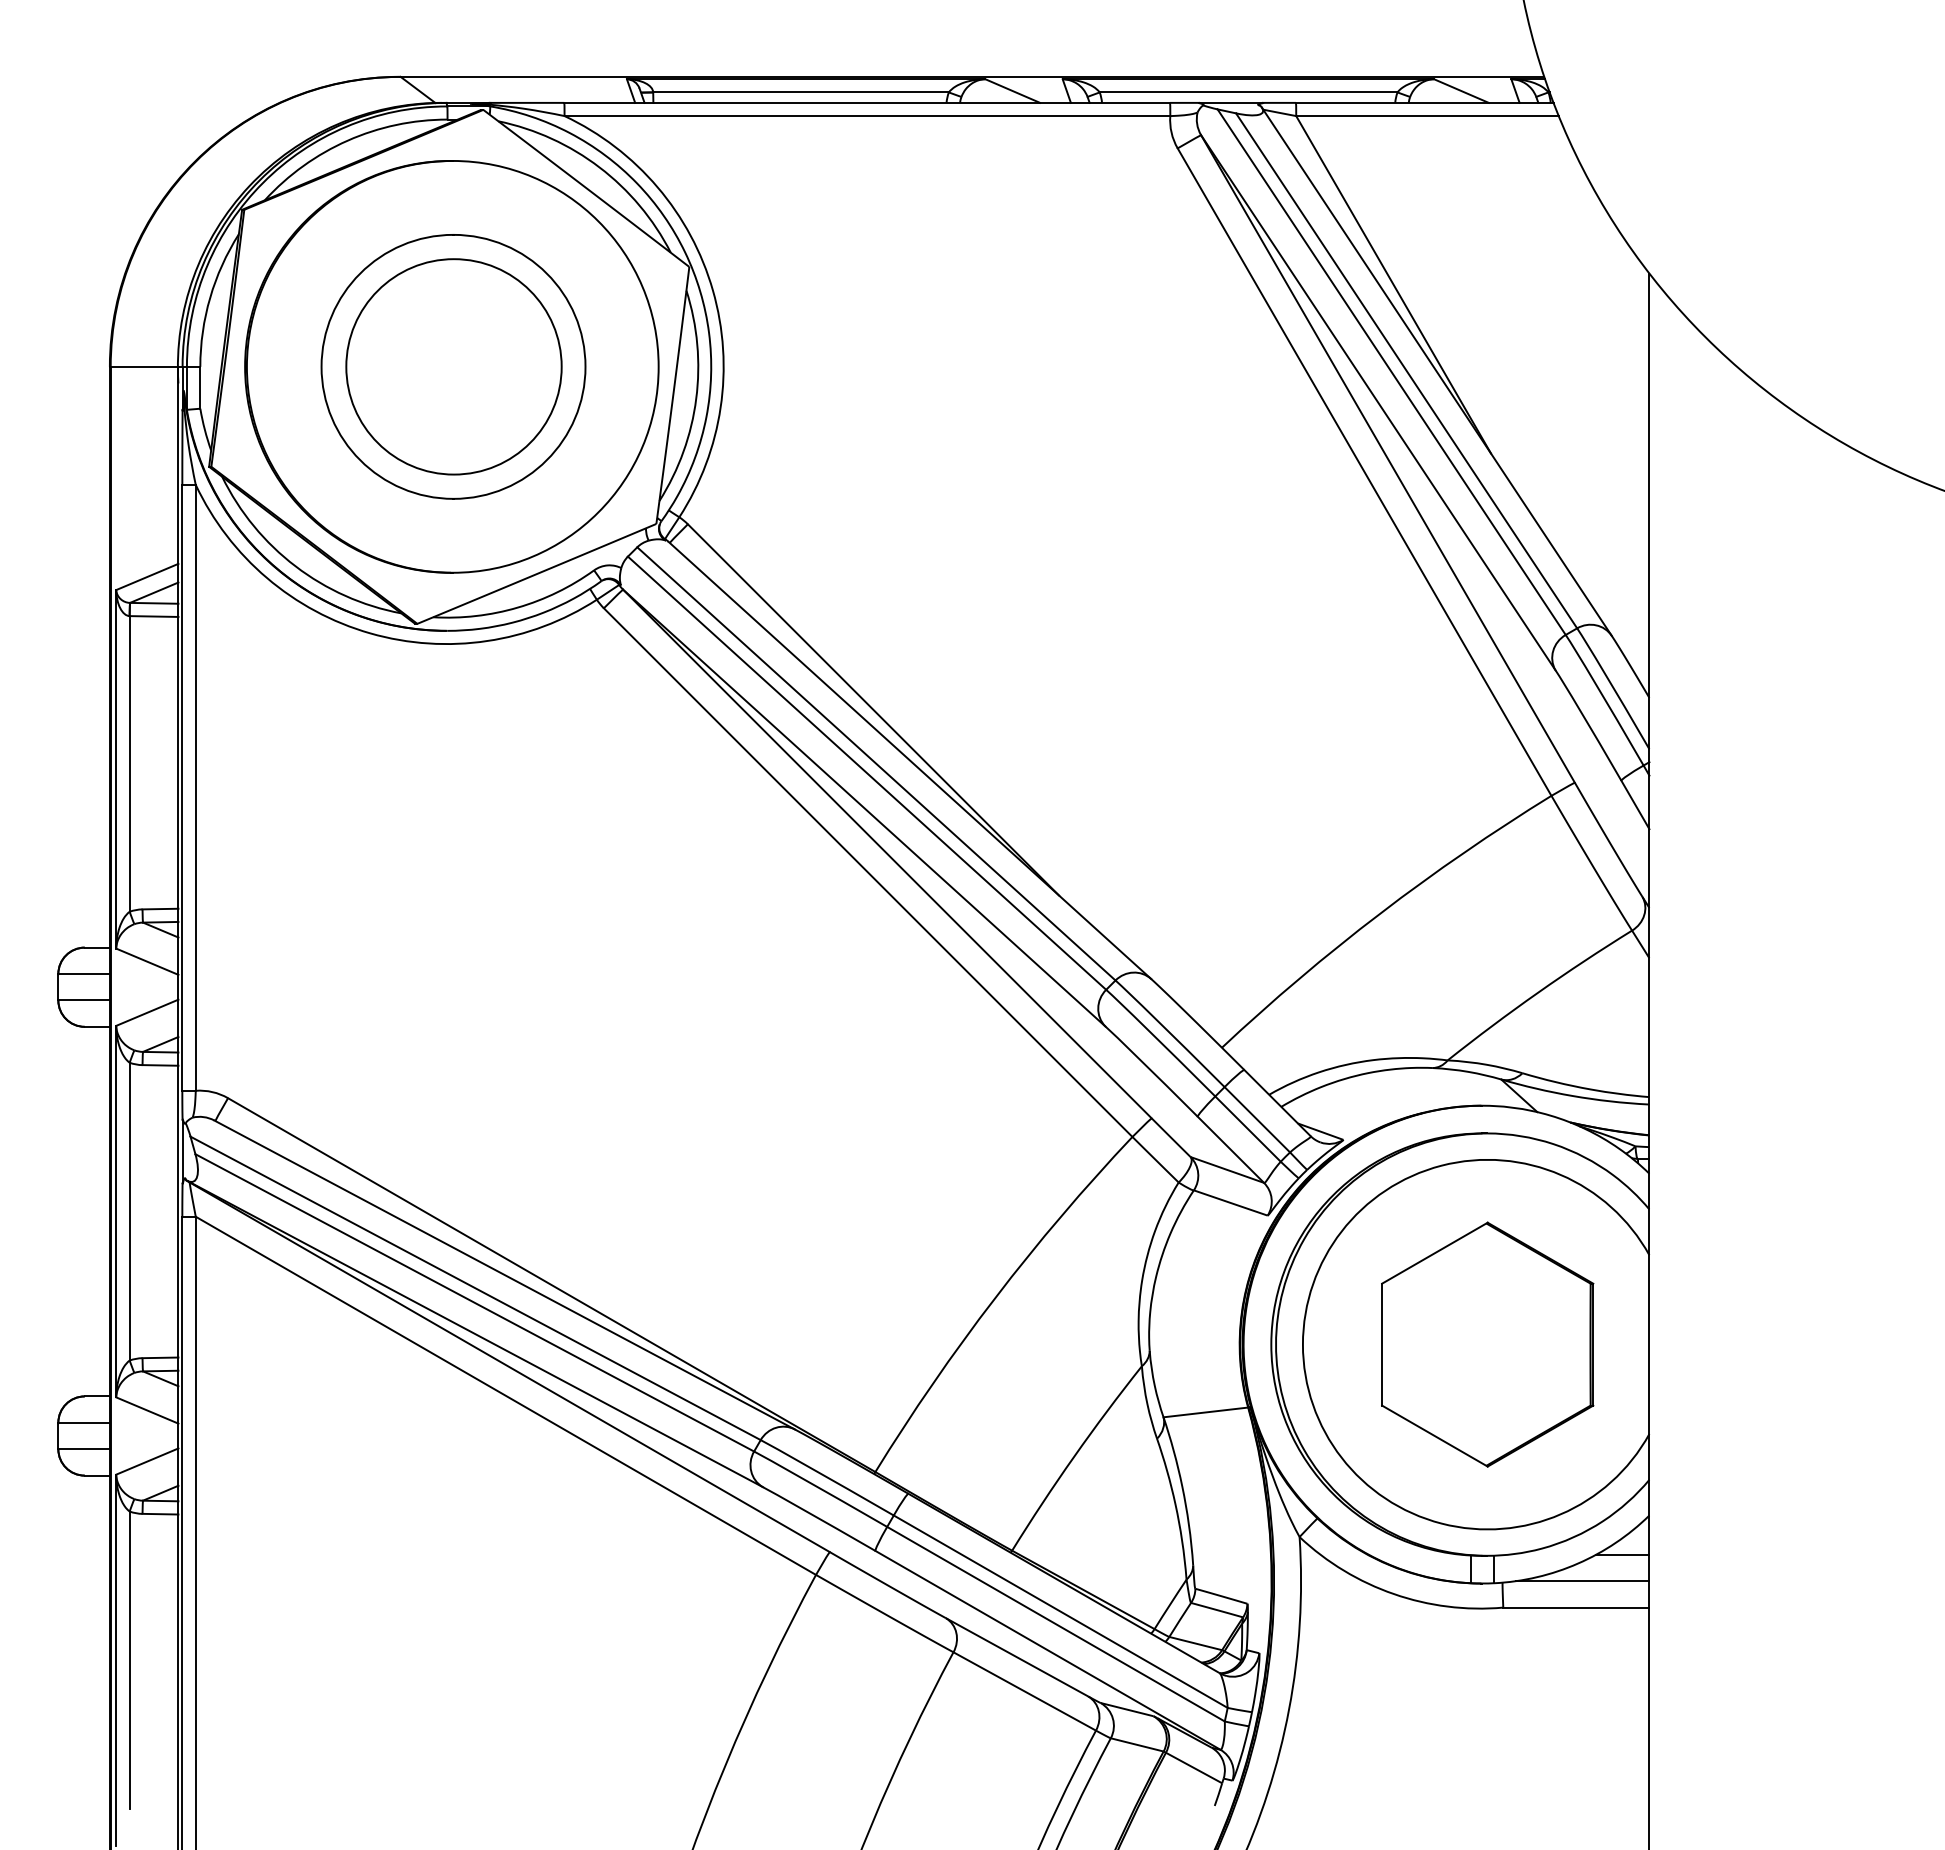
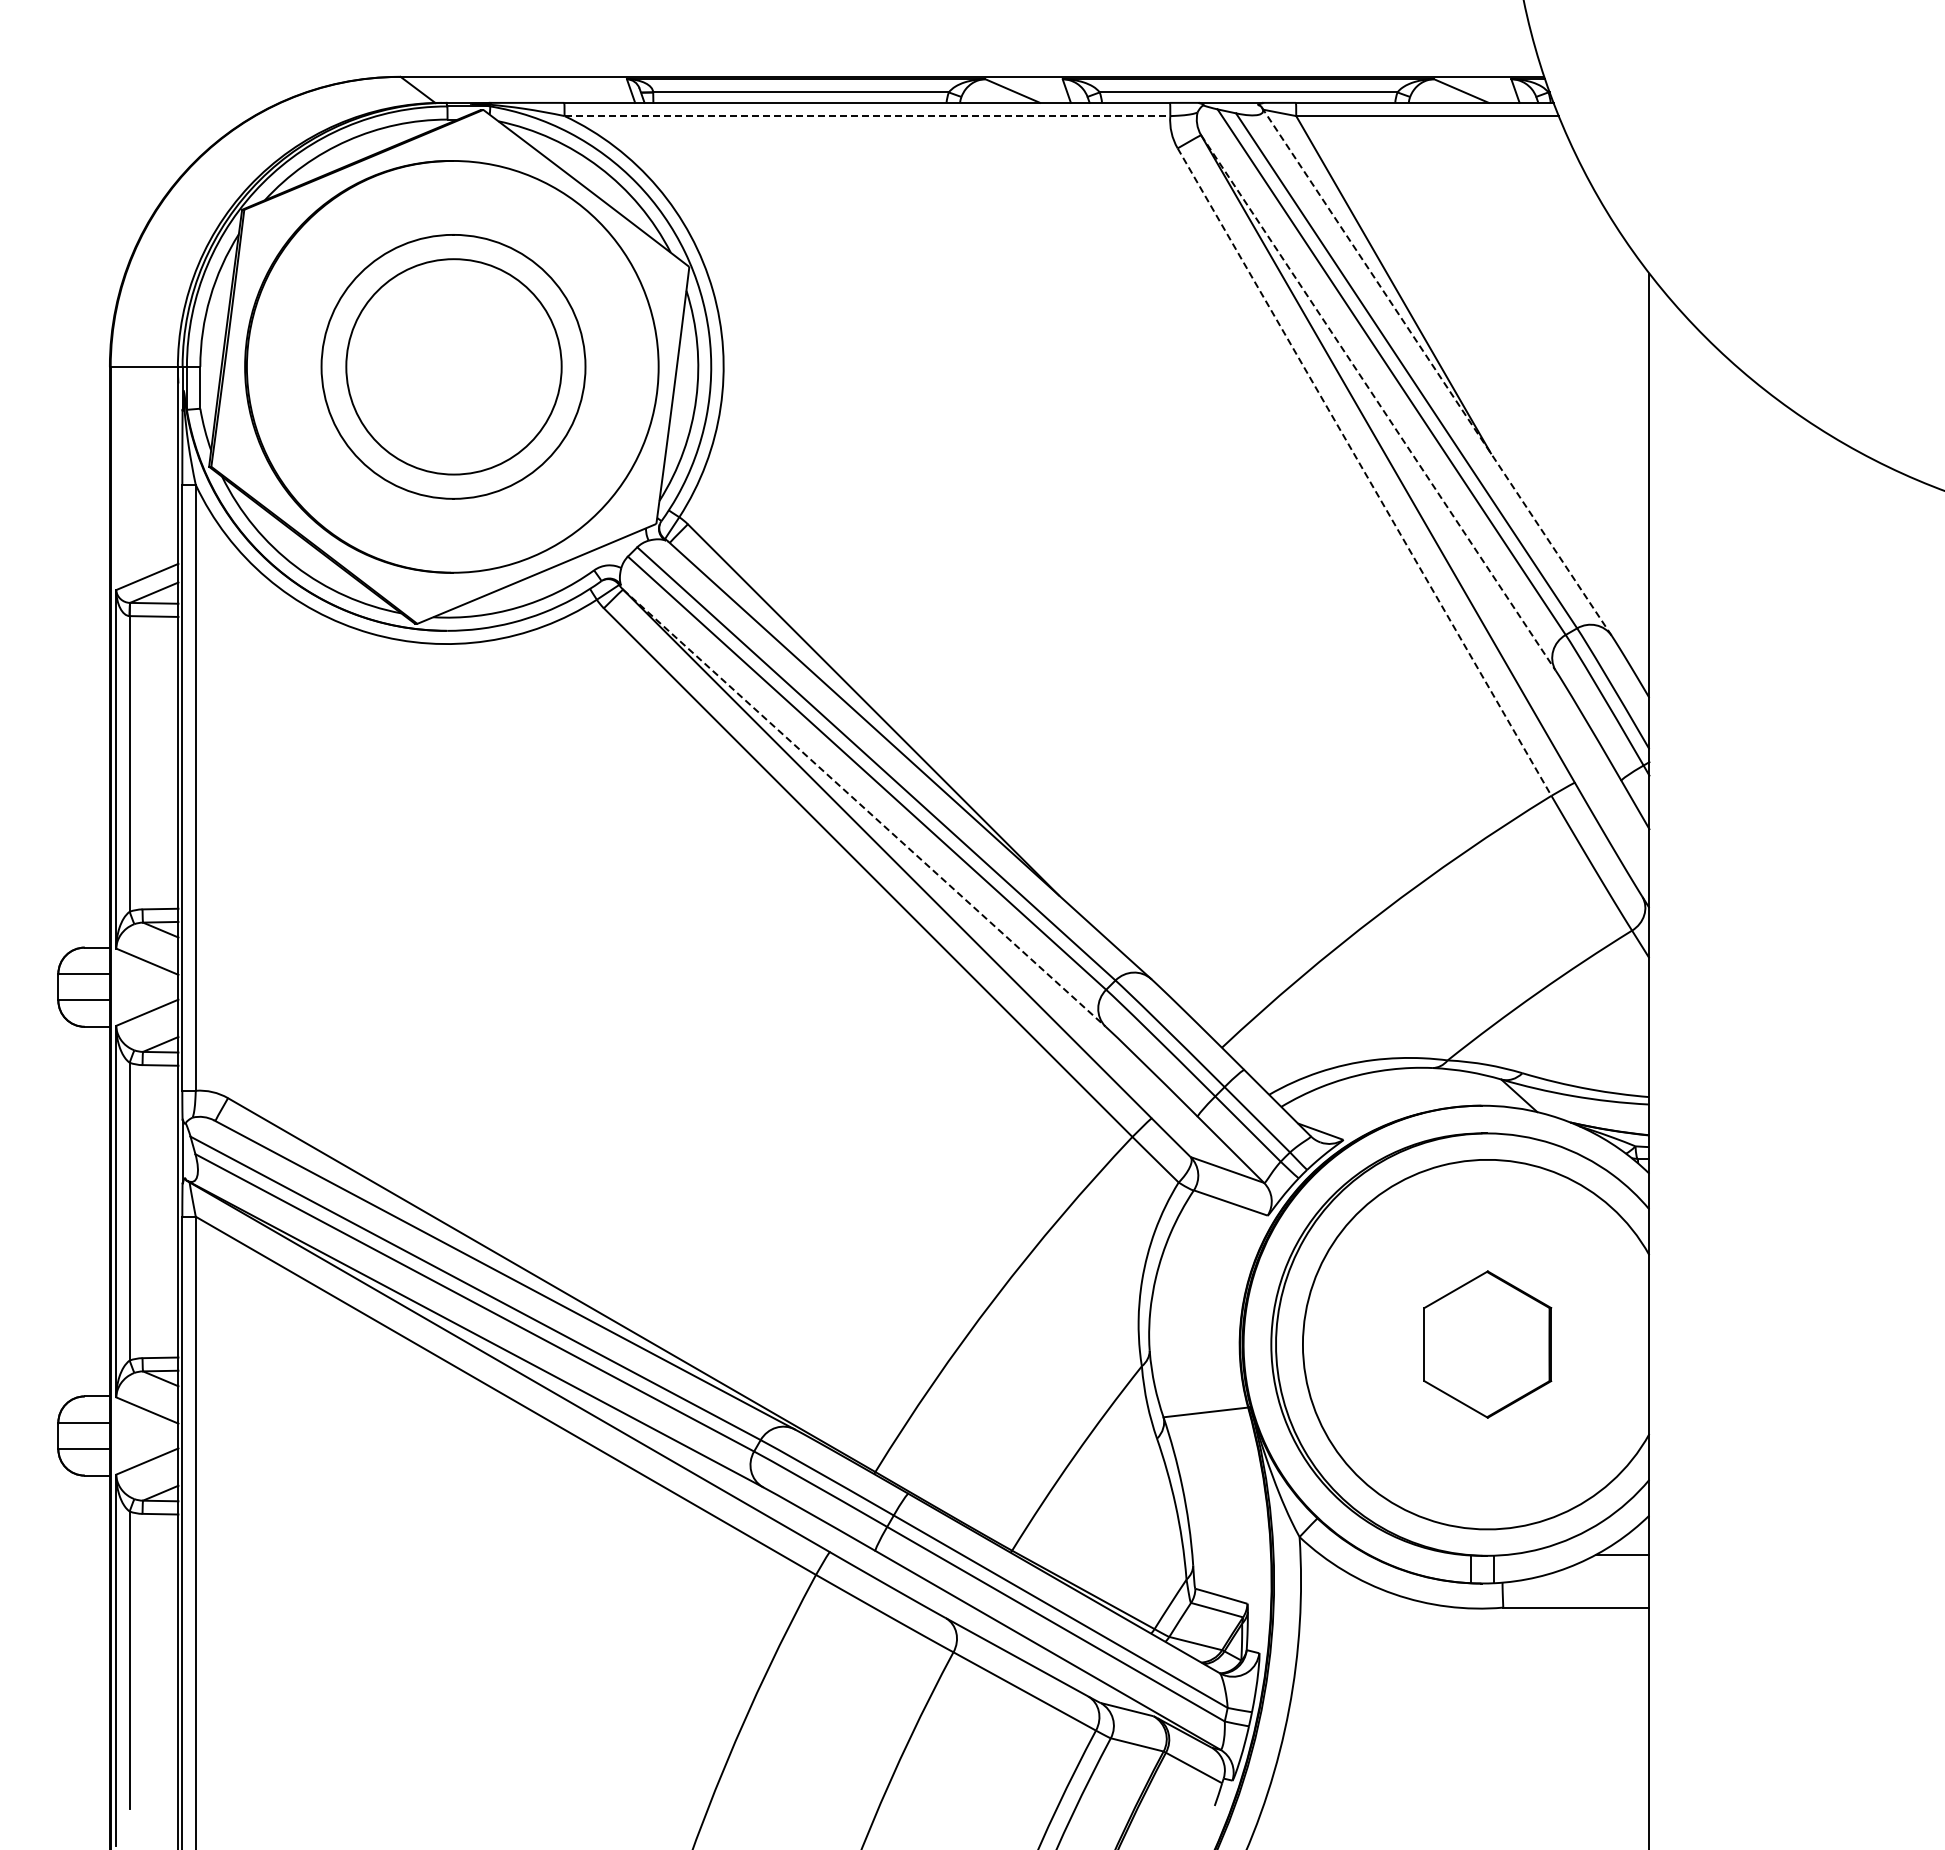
line at (867, 116): solid -> dashed
line at (1436, 371): solid -> dashed
line at (1378, 402): solid -> dashed
line at (1364, 472): solid -> dashed
line at (864, 808): solid -> dashed
part at (1487, 1344) size: 214x247 px -> 130x149 px
line at (1582, 1581): present -> none
